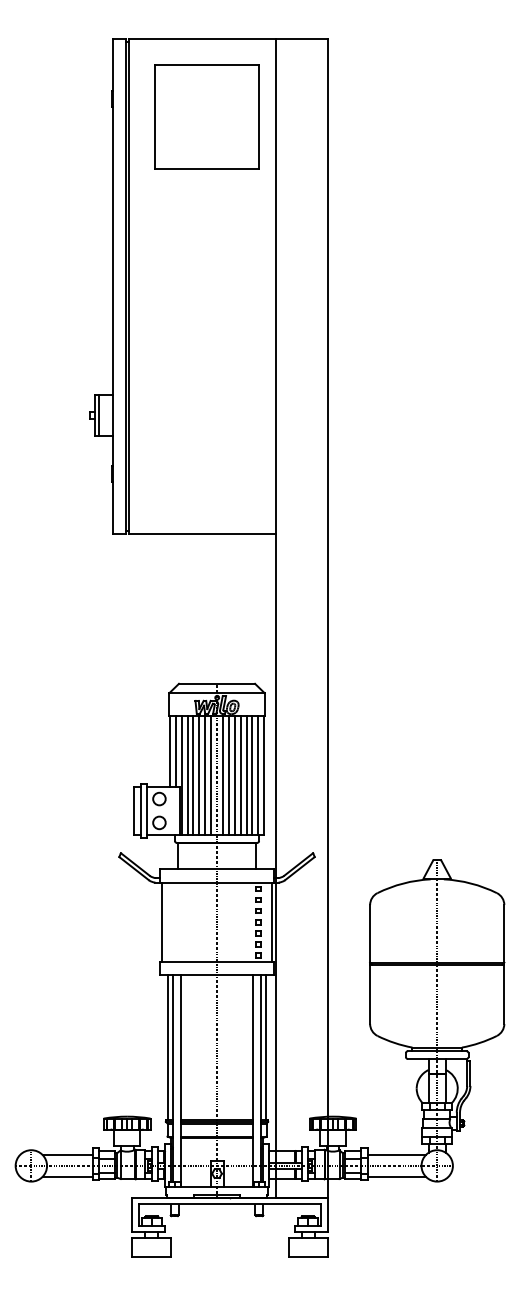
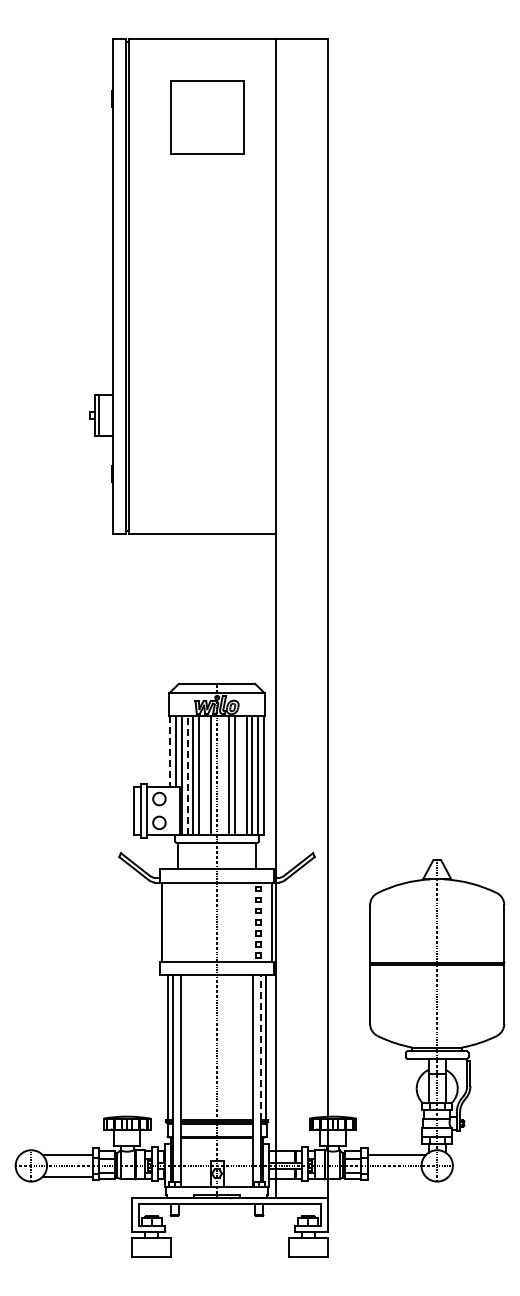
part at (206, 116) size: 106x106 px -> 75x75 px
line at (169, 751): solid -> dashed
line at (205, 774): present -> none
line at (222, 774): present -> none
line at (240, 774): present -> none
line at (187, 775): solid -> dashed
line at (261, 1047): solid -> dashed
line at (396, 1176): present -> none
